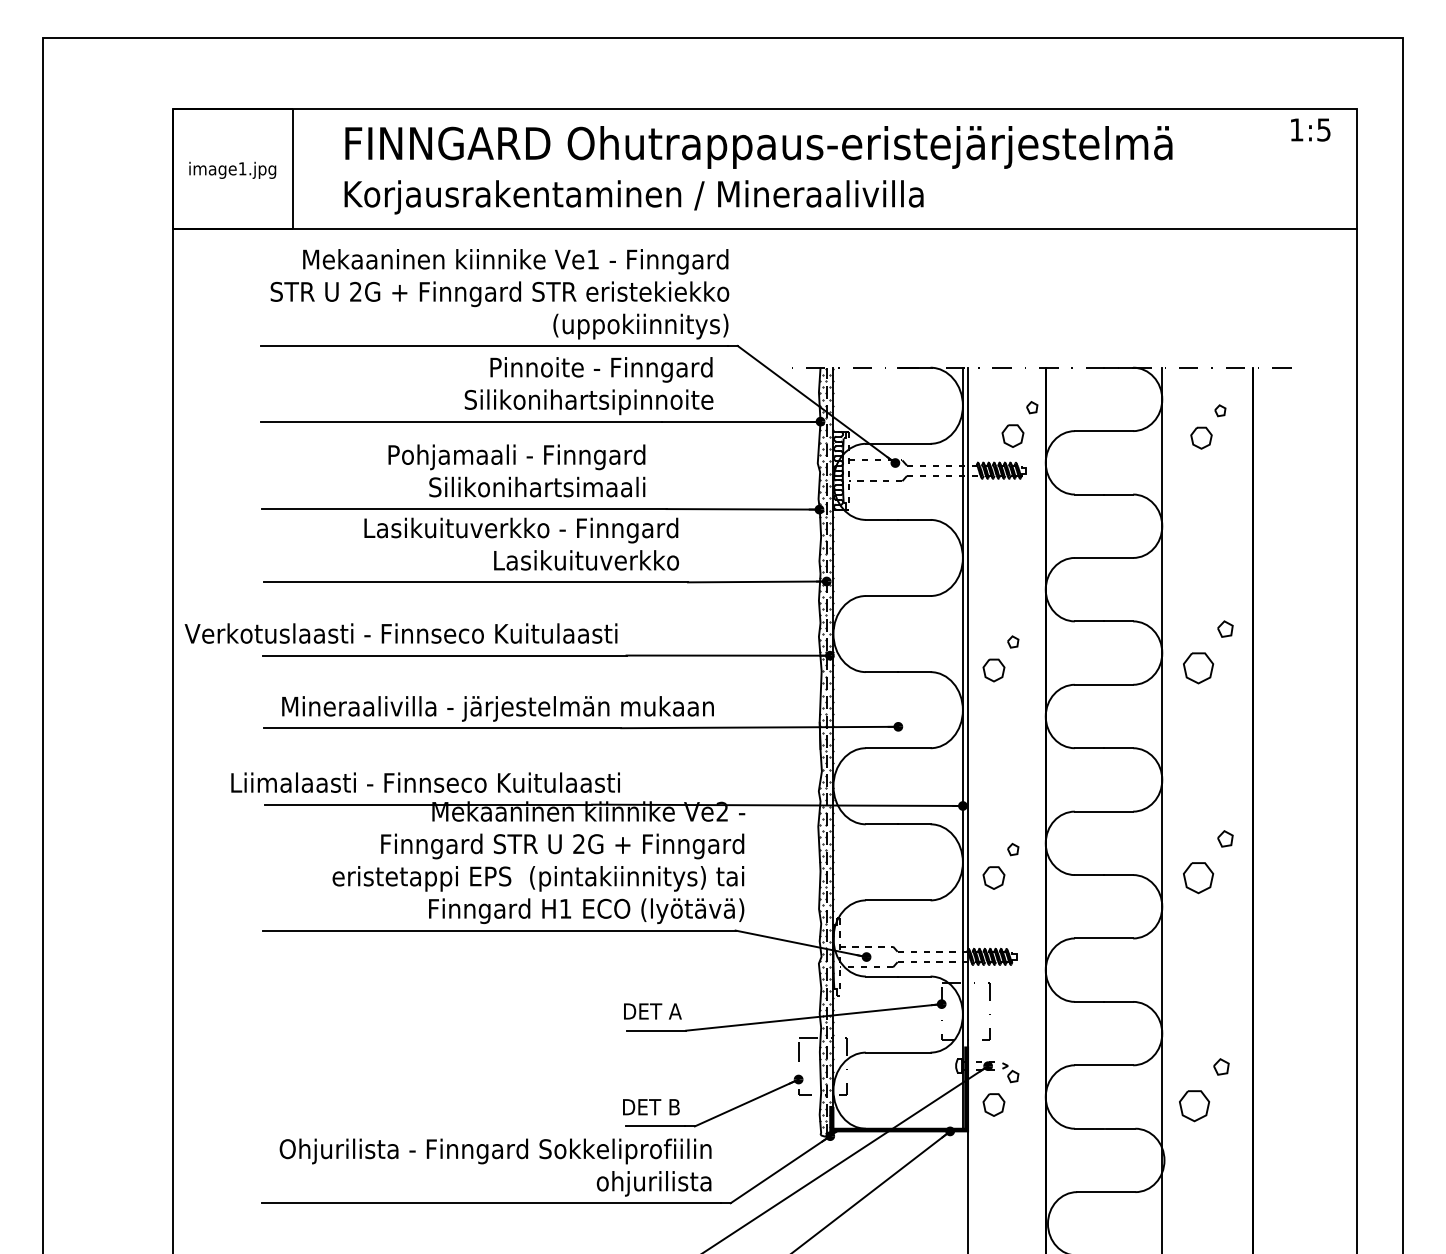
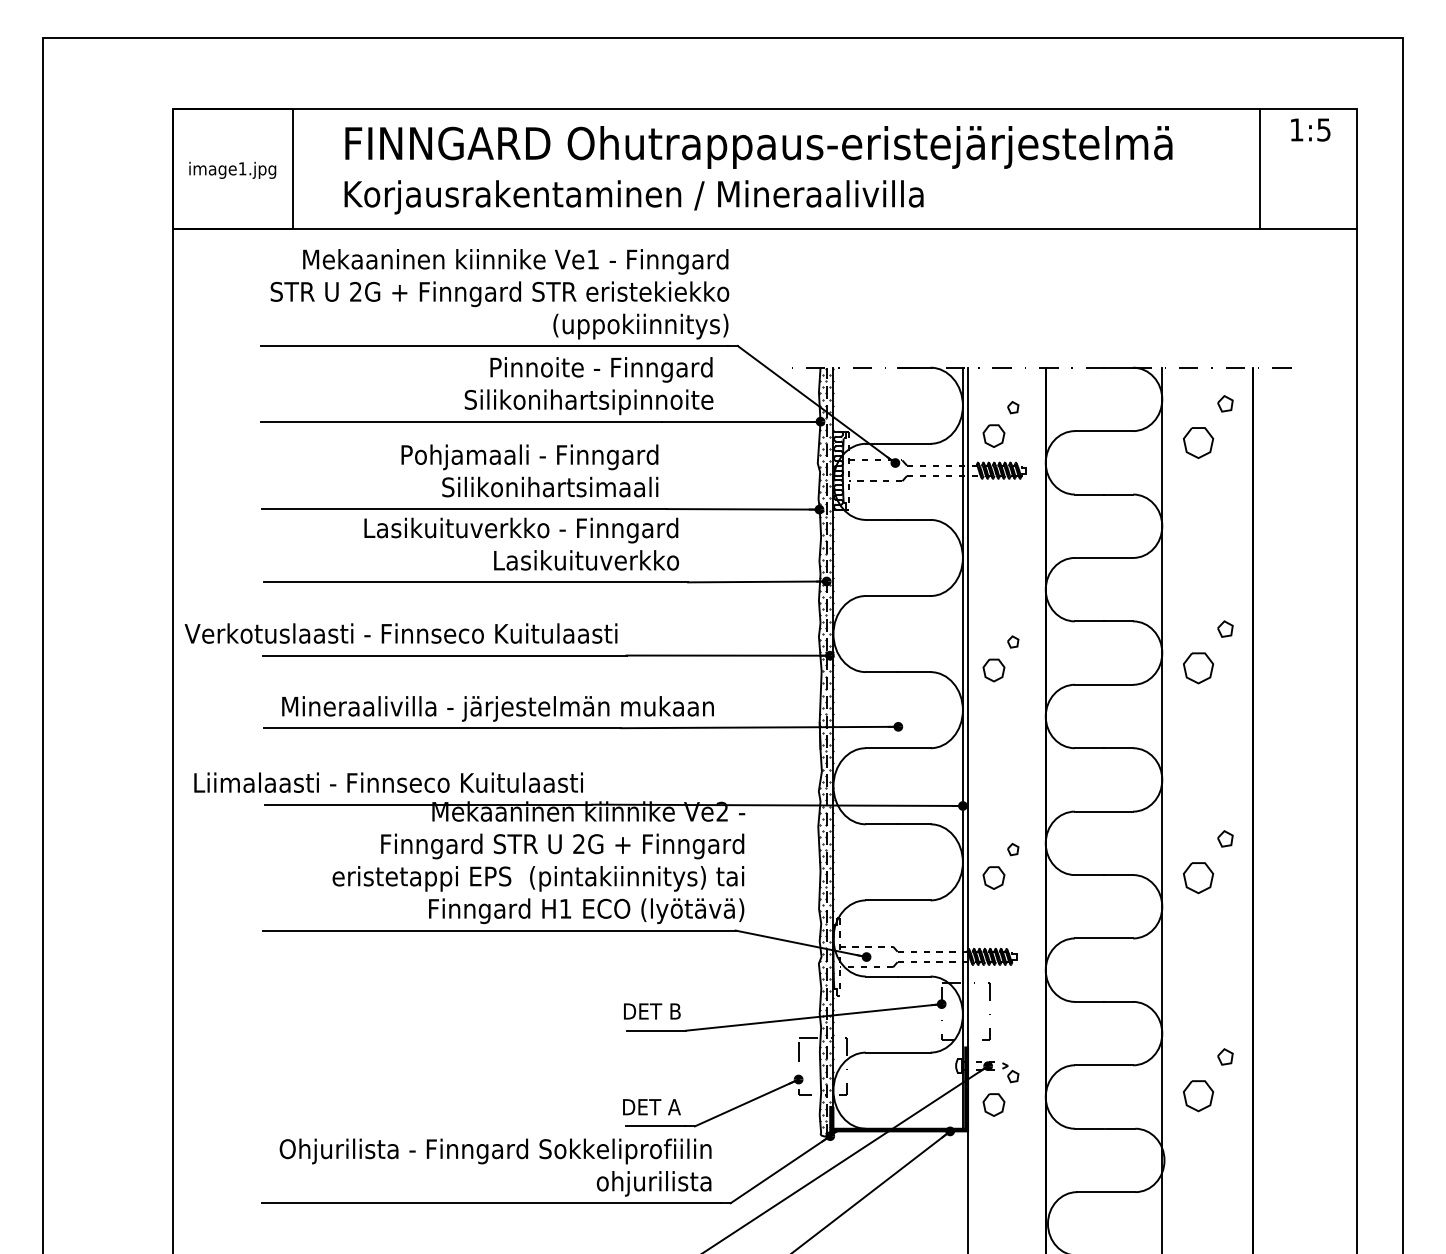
line at (1259, 168): none -> present
part at (1019, 424) position: (1019, 424) -> (1000, 424)
part at (1208, 426) size: 37x46 px -> 51x64 px
text at (516, 470) position: (516, 470) -> (529, 470)
text at (425, 782) position: (425, 782) -> (388, 782)
text at (674, 1011): DET A -> DET B
part at (1204, 1090) position: (1204, 1090) -> (1208, 1080)
text at (674, 1107): DET B -> DET A
